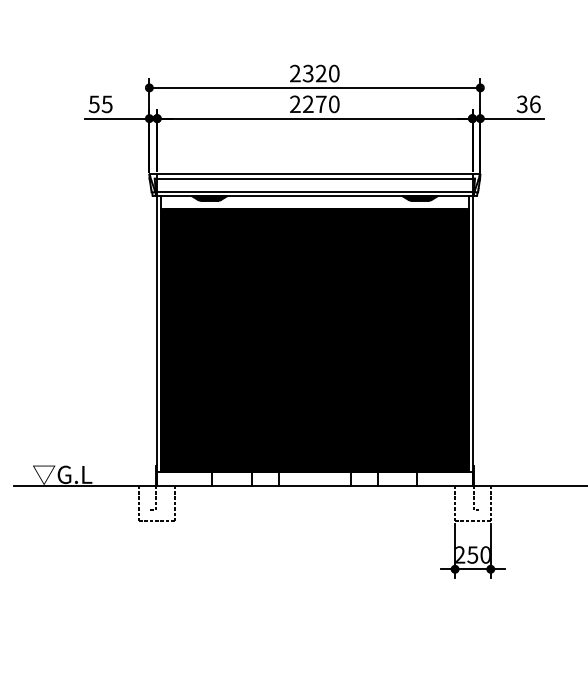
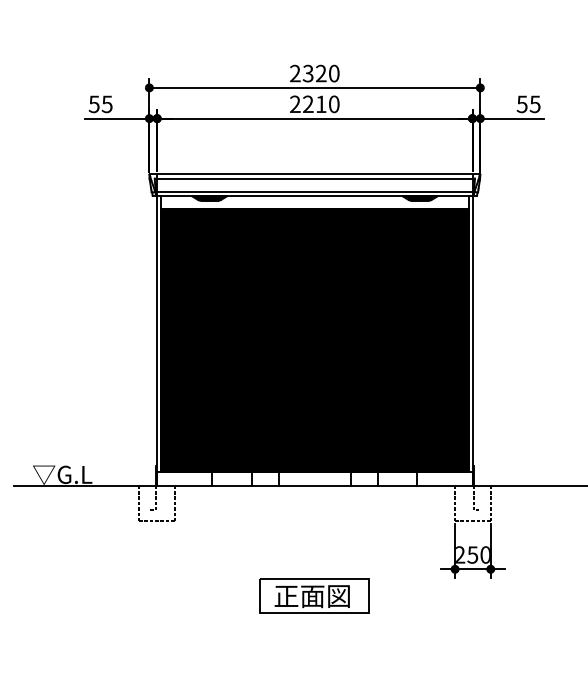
text at (321, 103): 2270 -> 2210
text at (528, 104): 36 -> 55
part at (314, 595): none -> present
